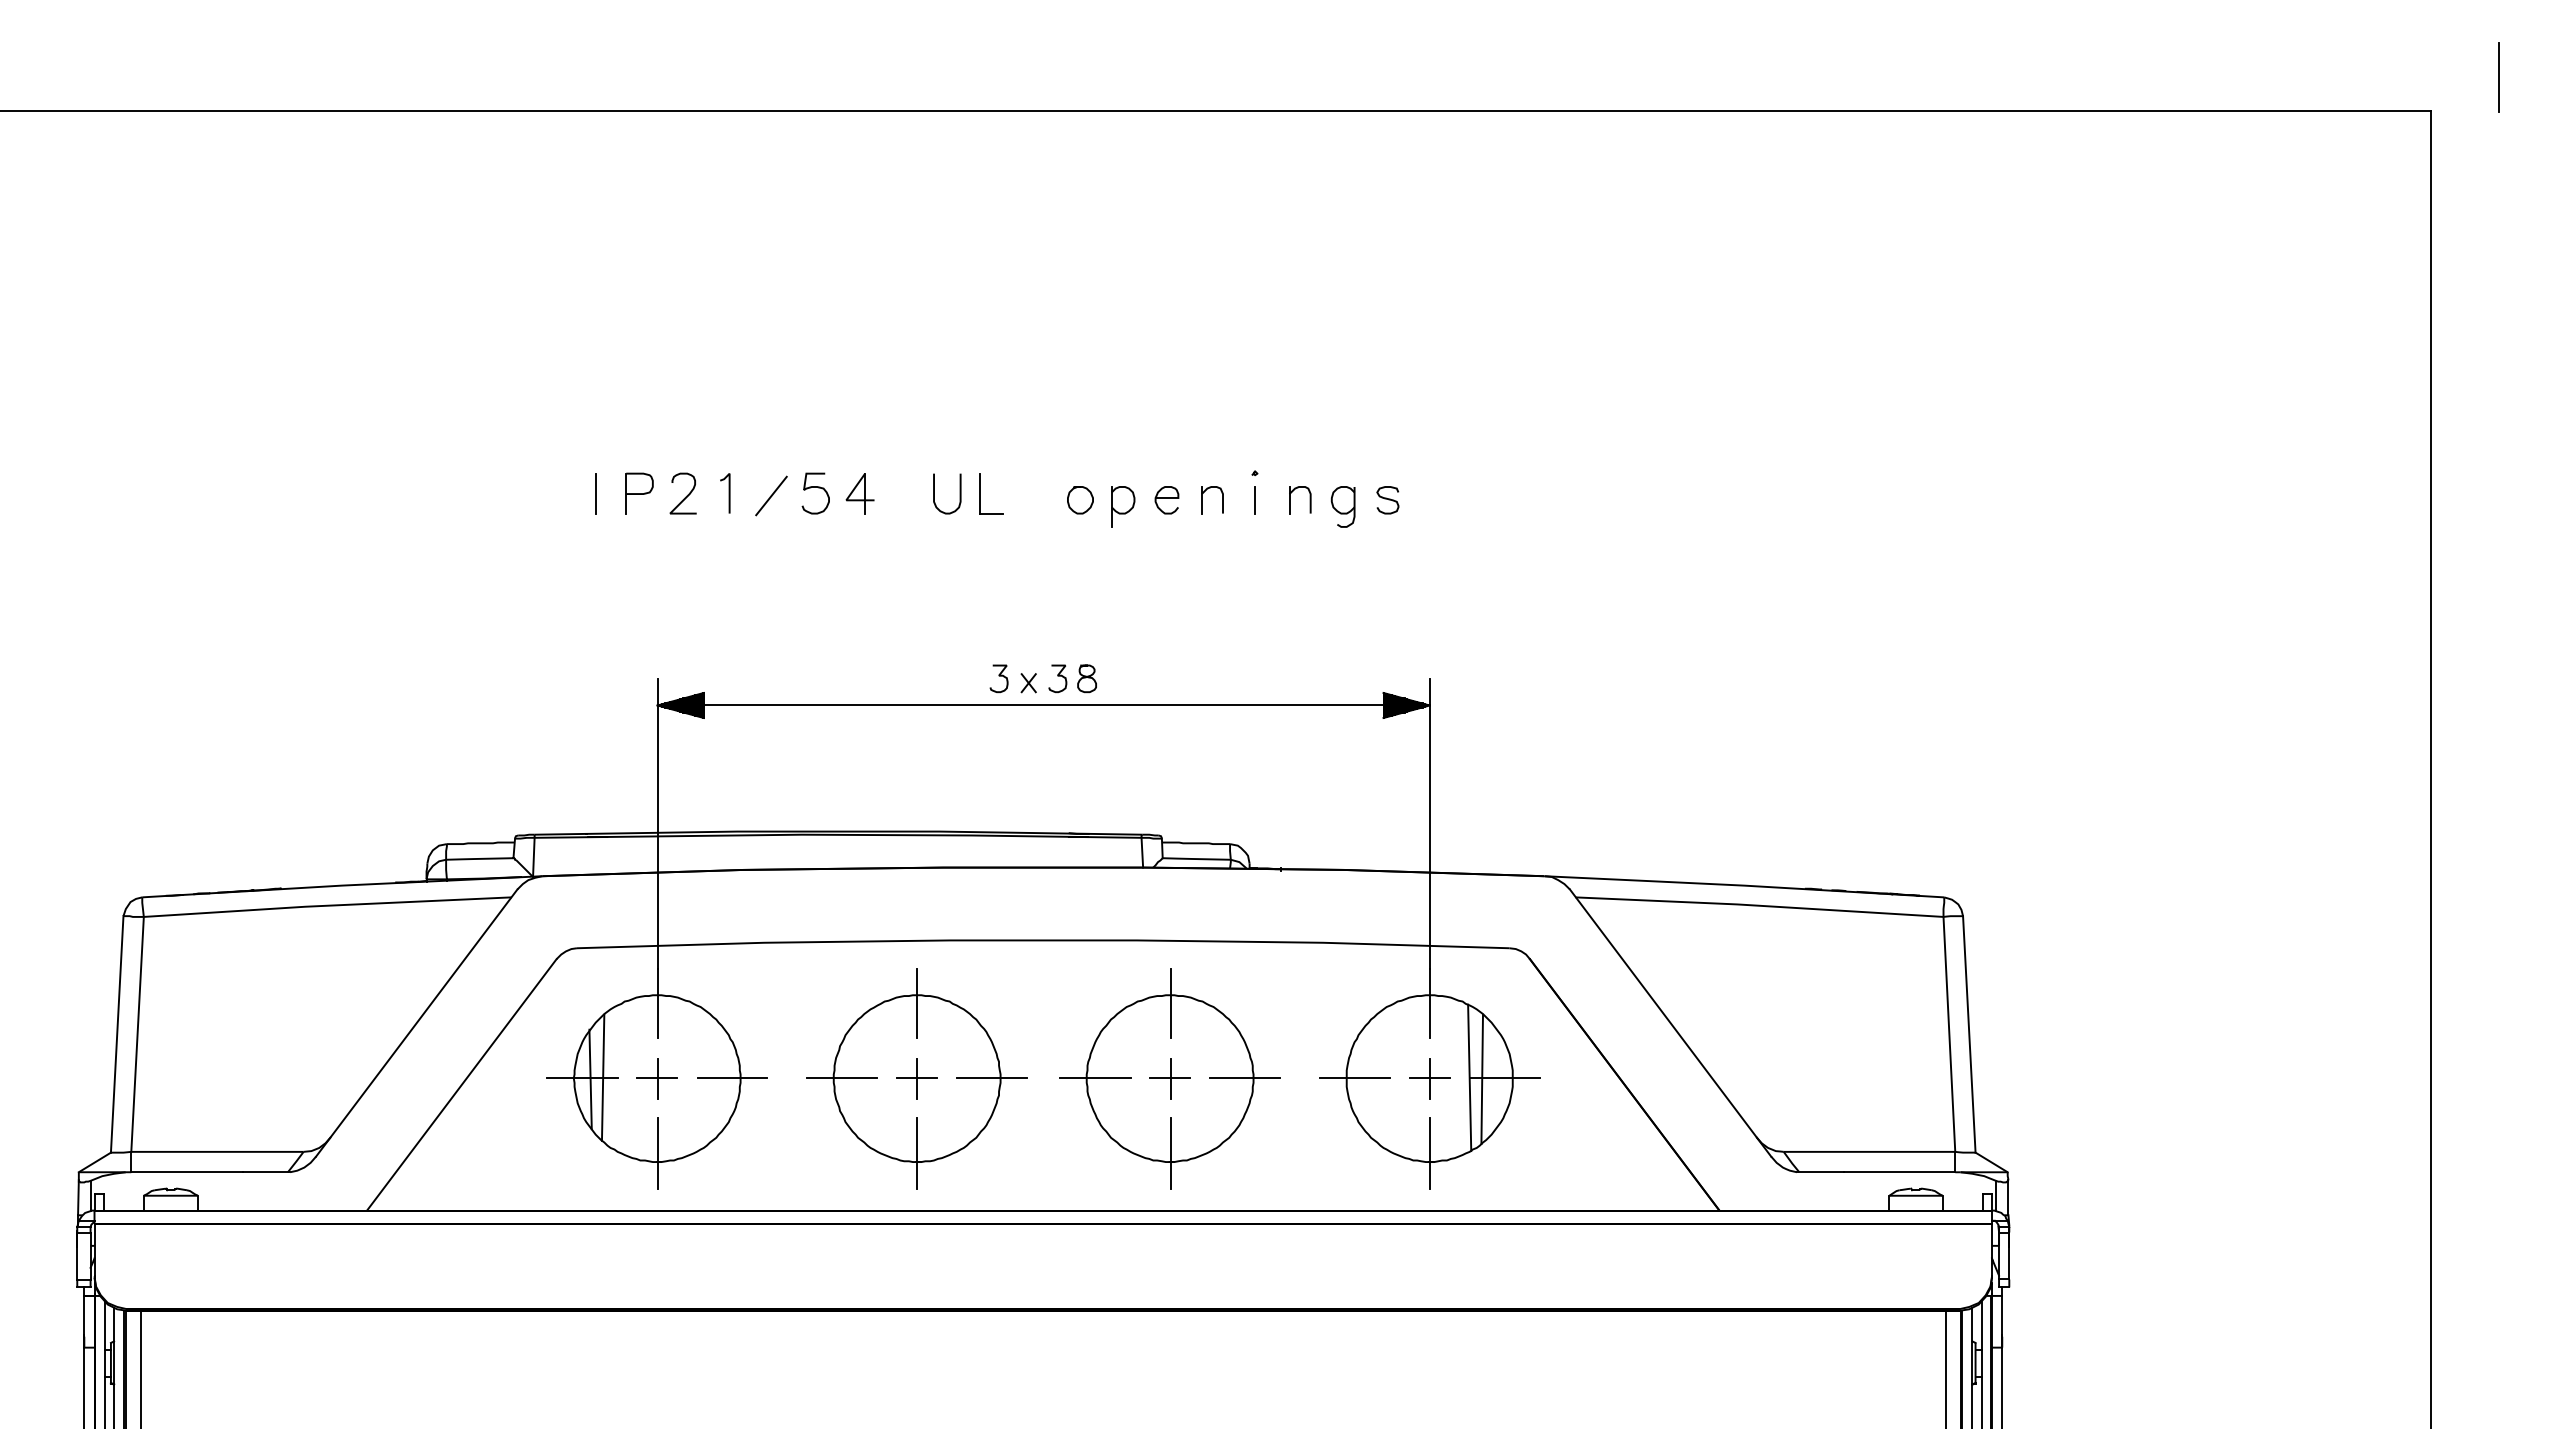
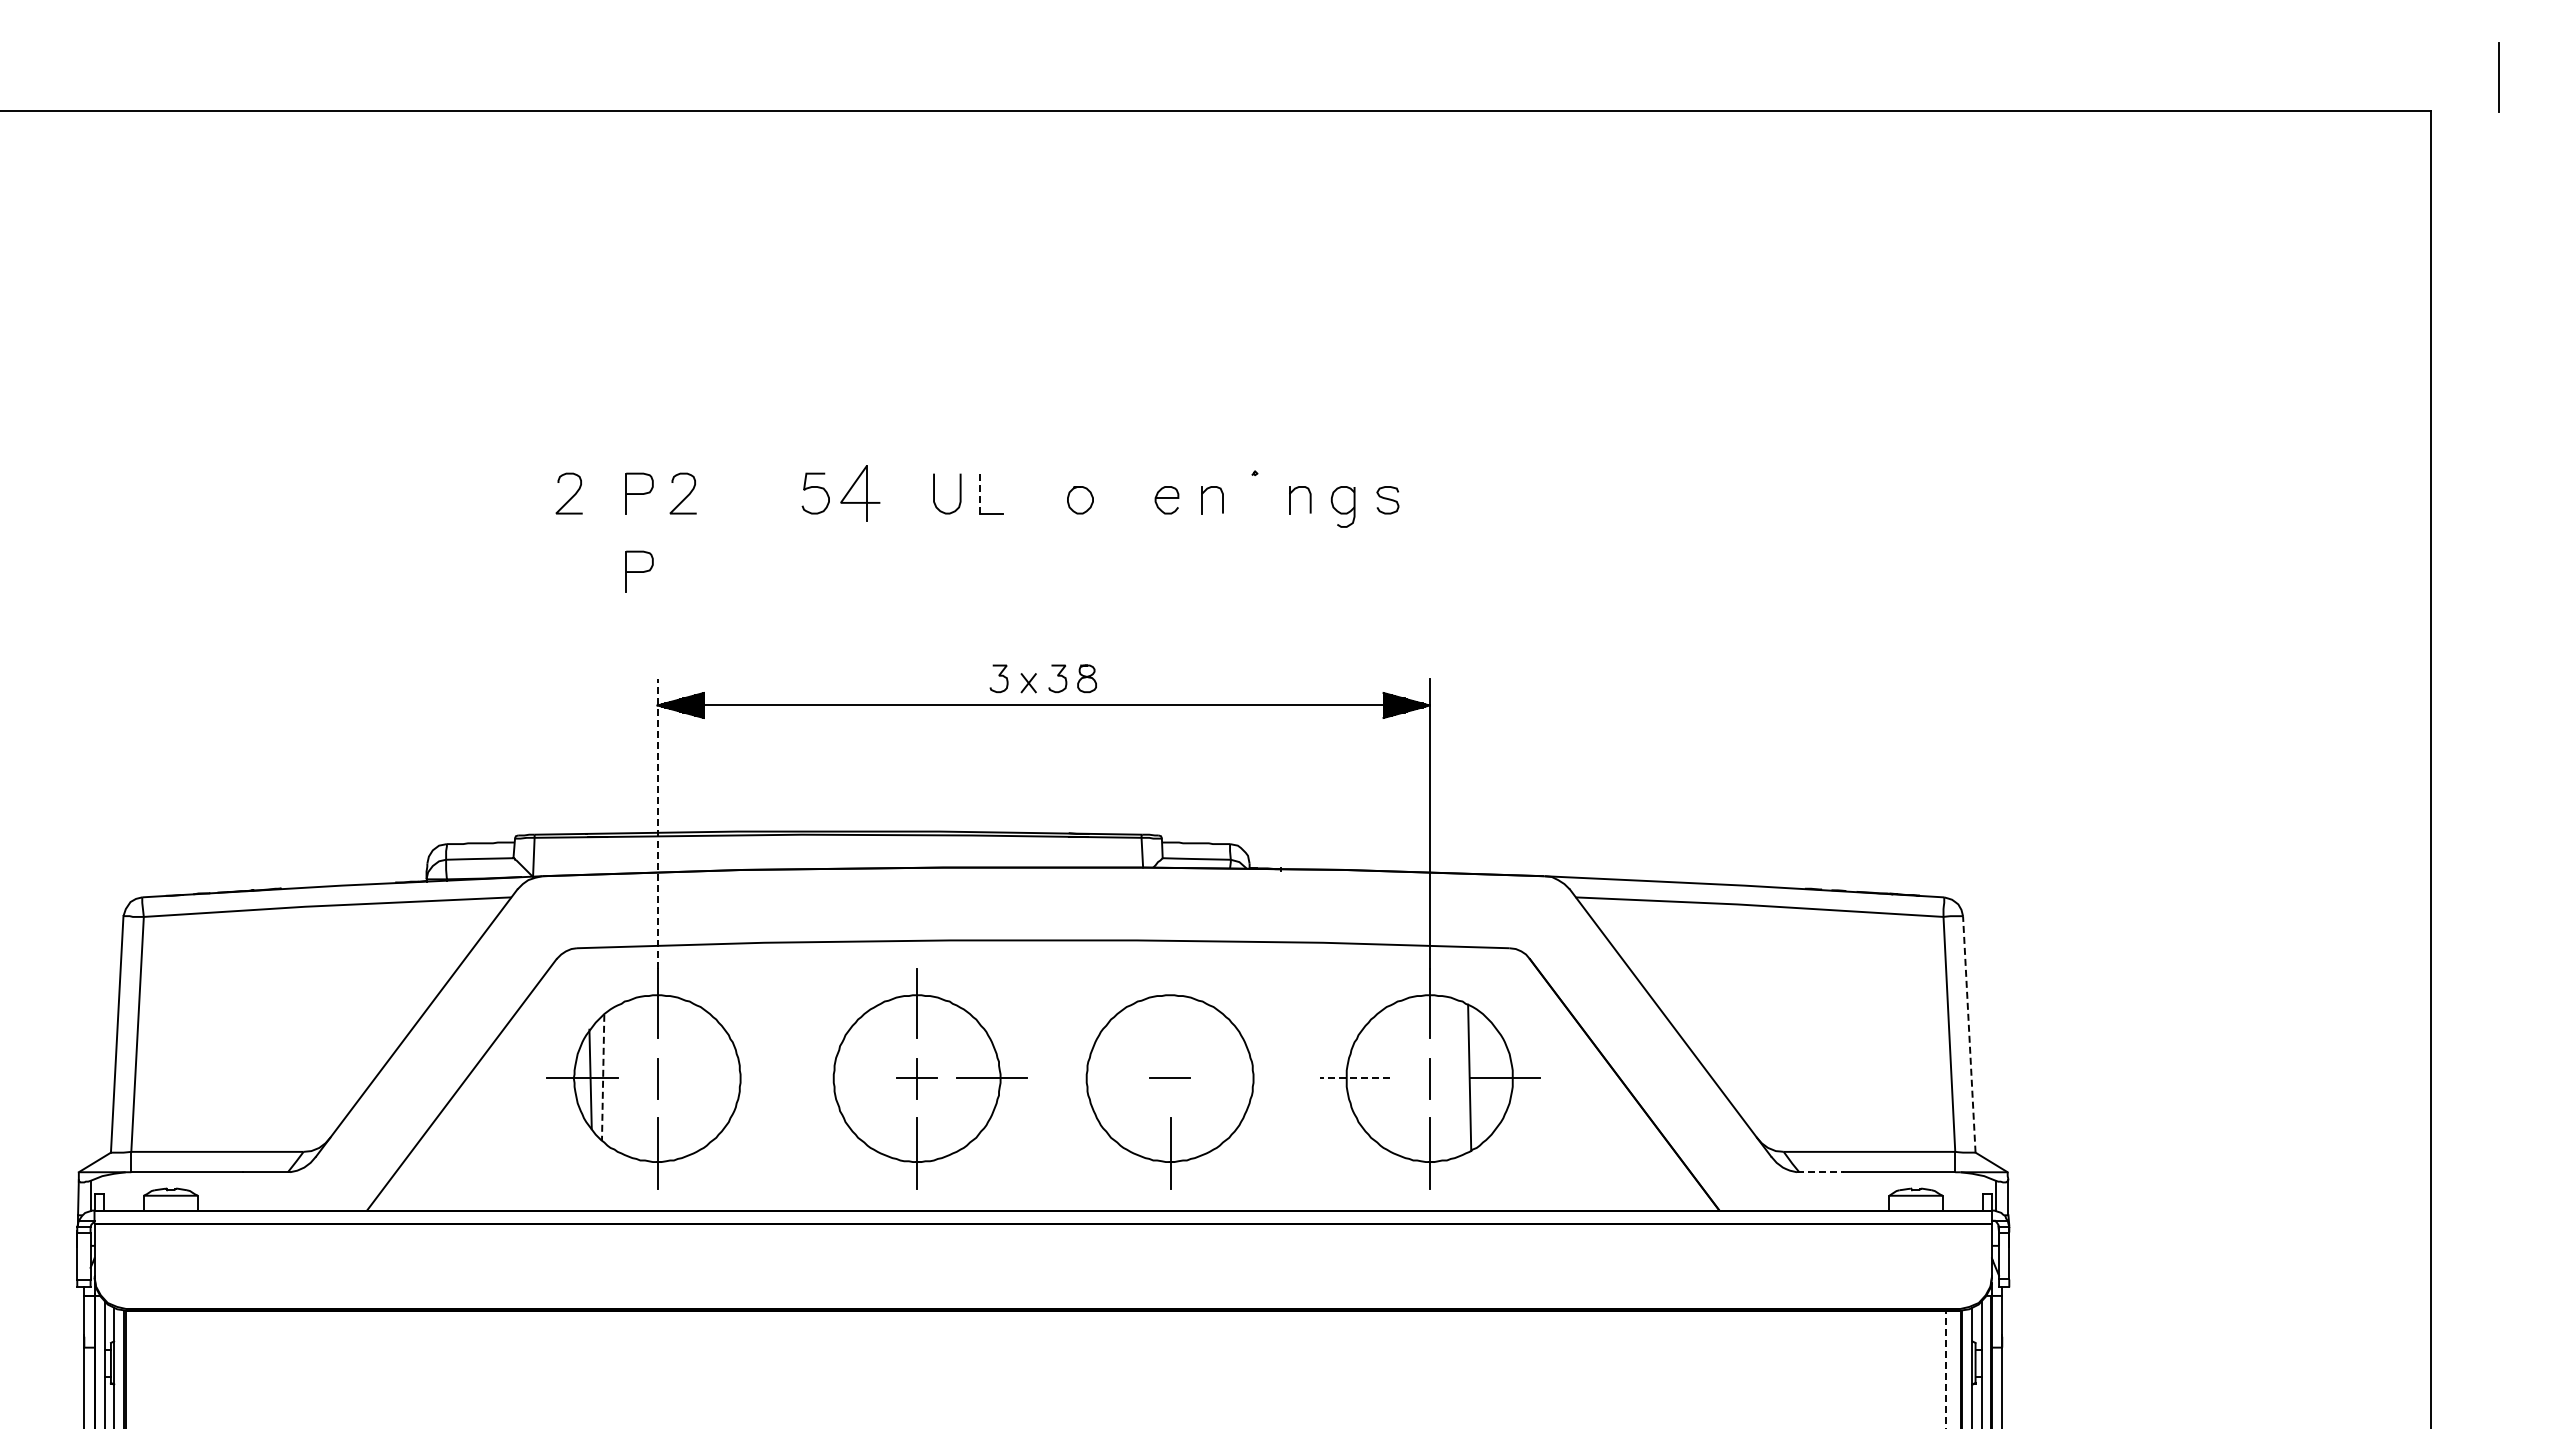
line at (595, 493): present -> none
curve at (728, 493): present -> none
part at (859, 493) size: 30x42 px -> 41x57 px
line at (980, 493): solid -> dashed
line at (771, 495): present -> none
curve at (571, 496): none -> present
line at (1255, 500): present -> none
part at (1123, 506): present -> none
part at (639, 571): none -> present
line at (657, 823): solid -> dashed
line at (1170, 1003): present -> none
line at (1969, 1033): solid -> dashed
line at (603, 1078): solid -> dashed
line at (657, 1078): present -> none
line at (732, 1078): present -> none
line at (841, 1078): present -> none
line at (1095, 1078): present -> none
line at (1170, 1078): present -> none
line at (1245, 1078): present -> none
line at (1354, 1078): solid -> dashed
line at (1430, 1078): present -> none
line at (1482, 1079): present -> none
line at (1820, 1172): solid -> dashed
line at (140, 1367): present -> none
line at (1945, 1369): solid -> dashed
